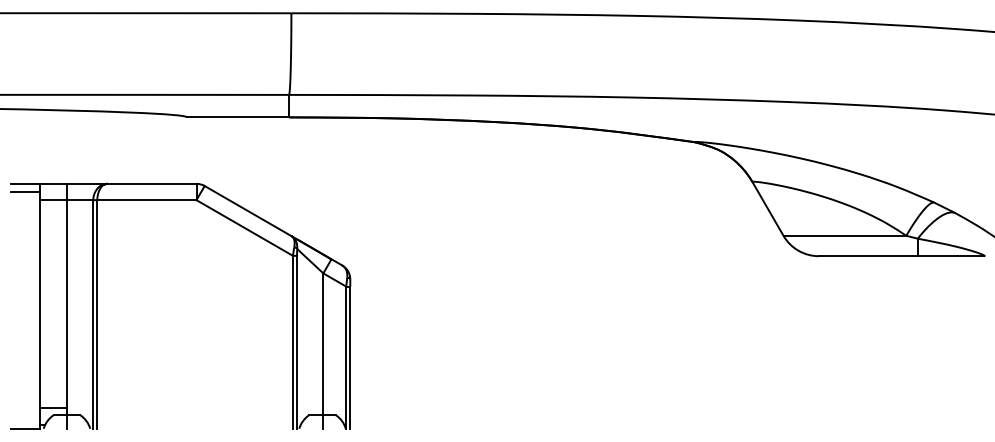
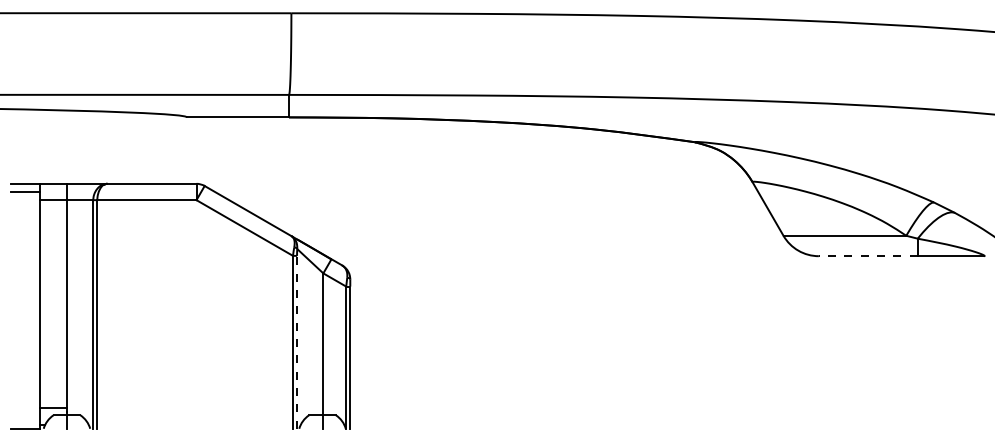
line at (867, 256): solid -> dashed
line at (297, 341): solid -> dashed
